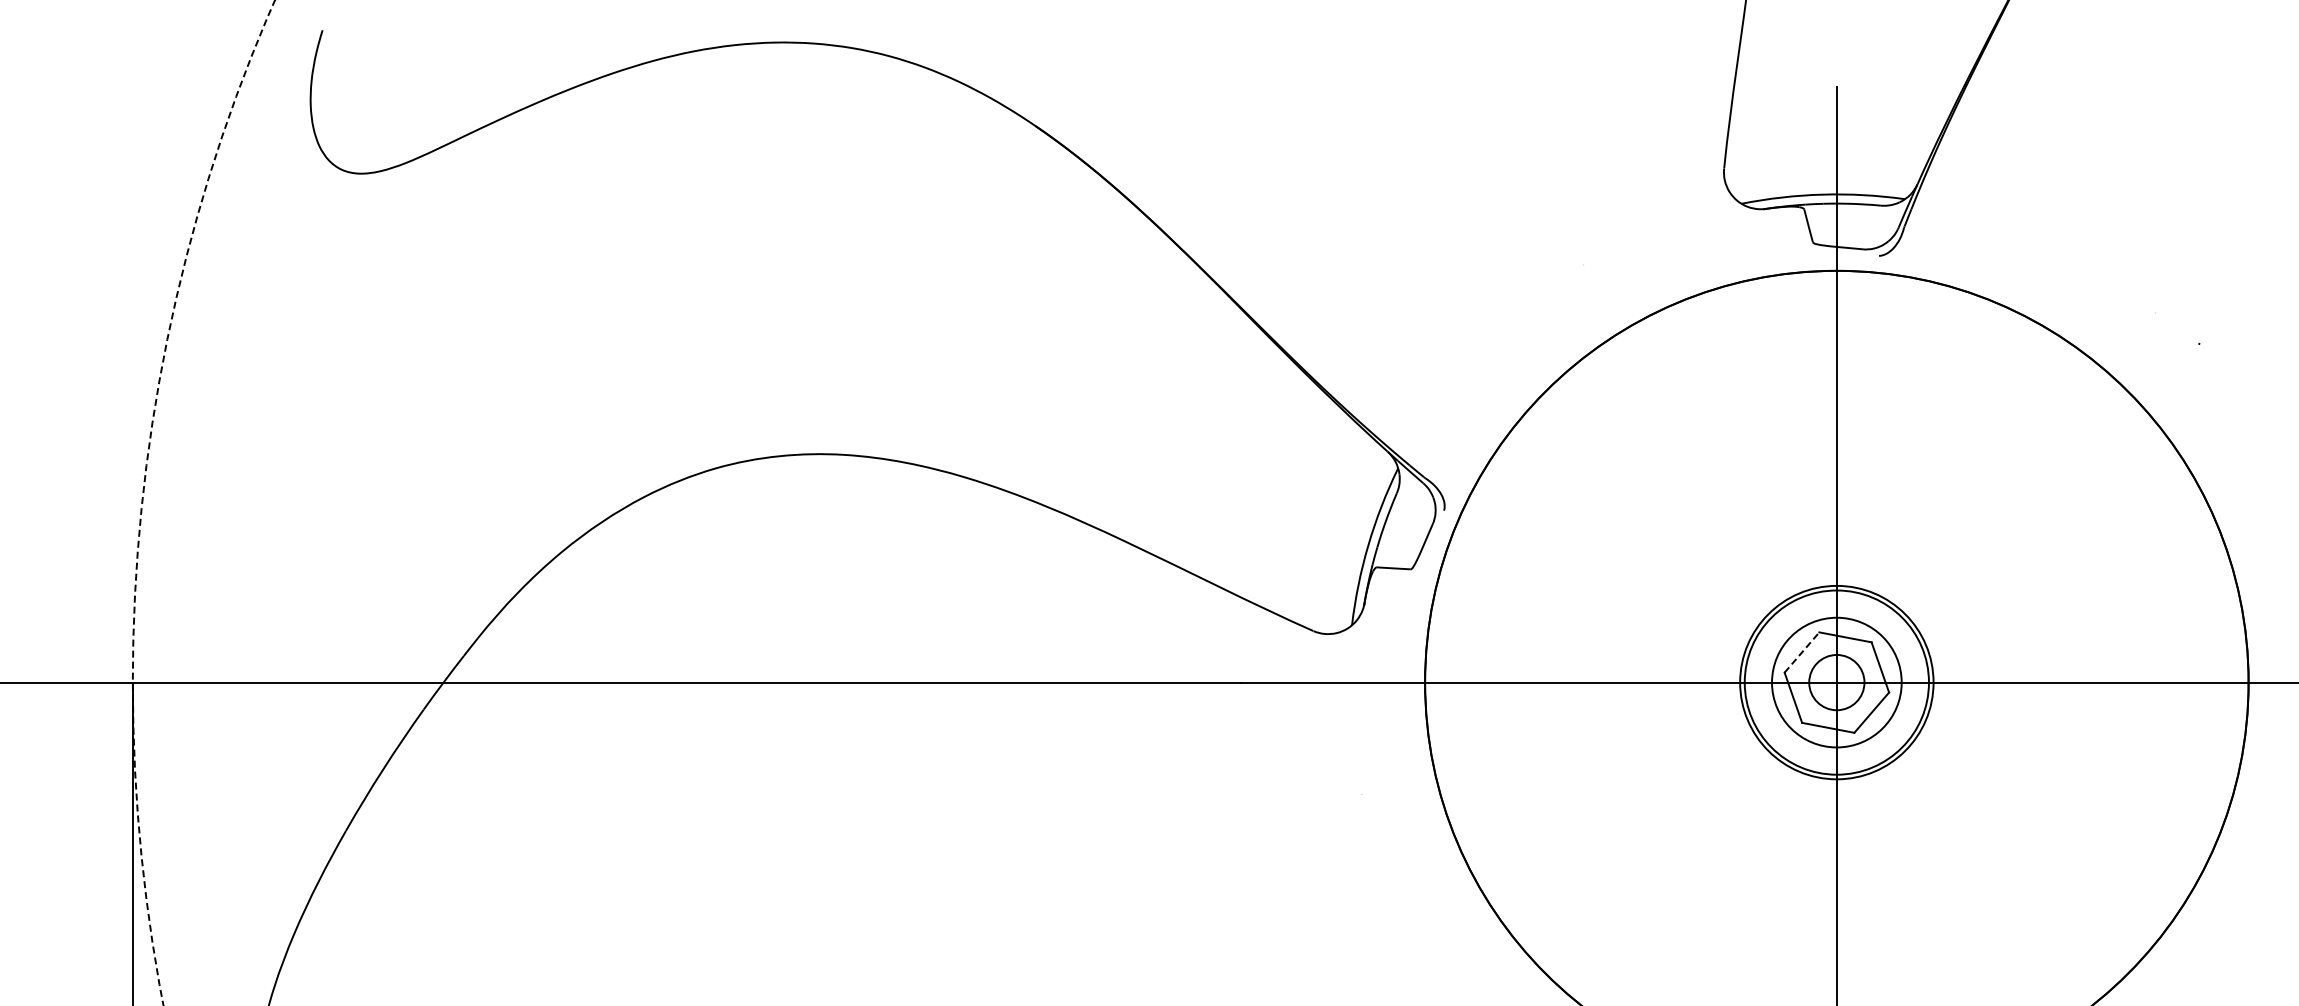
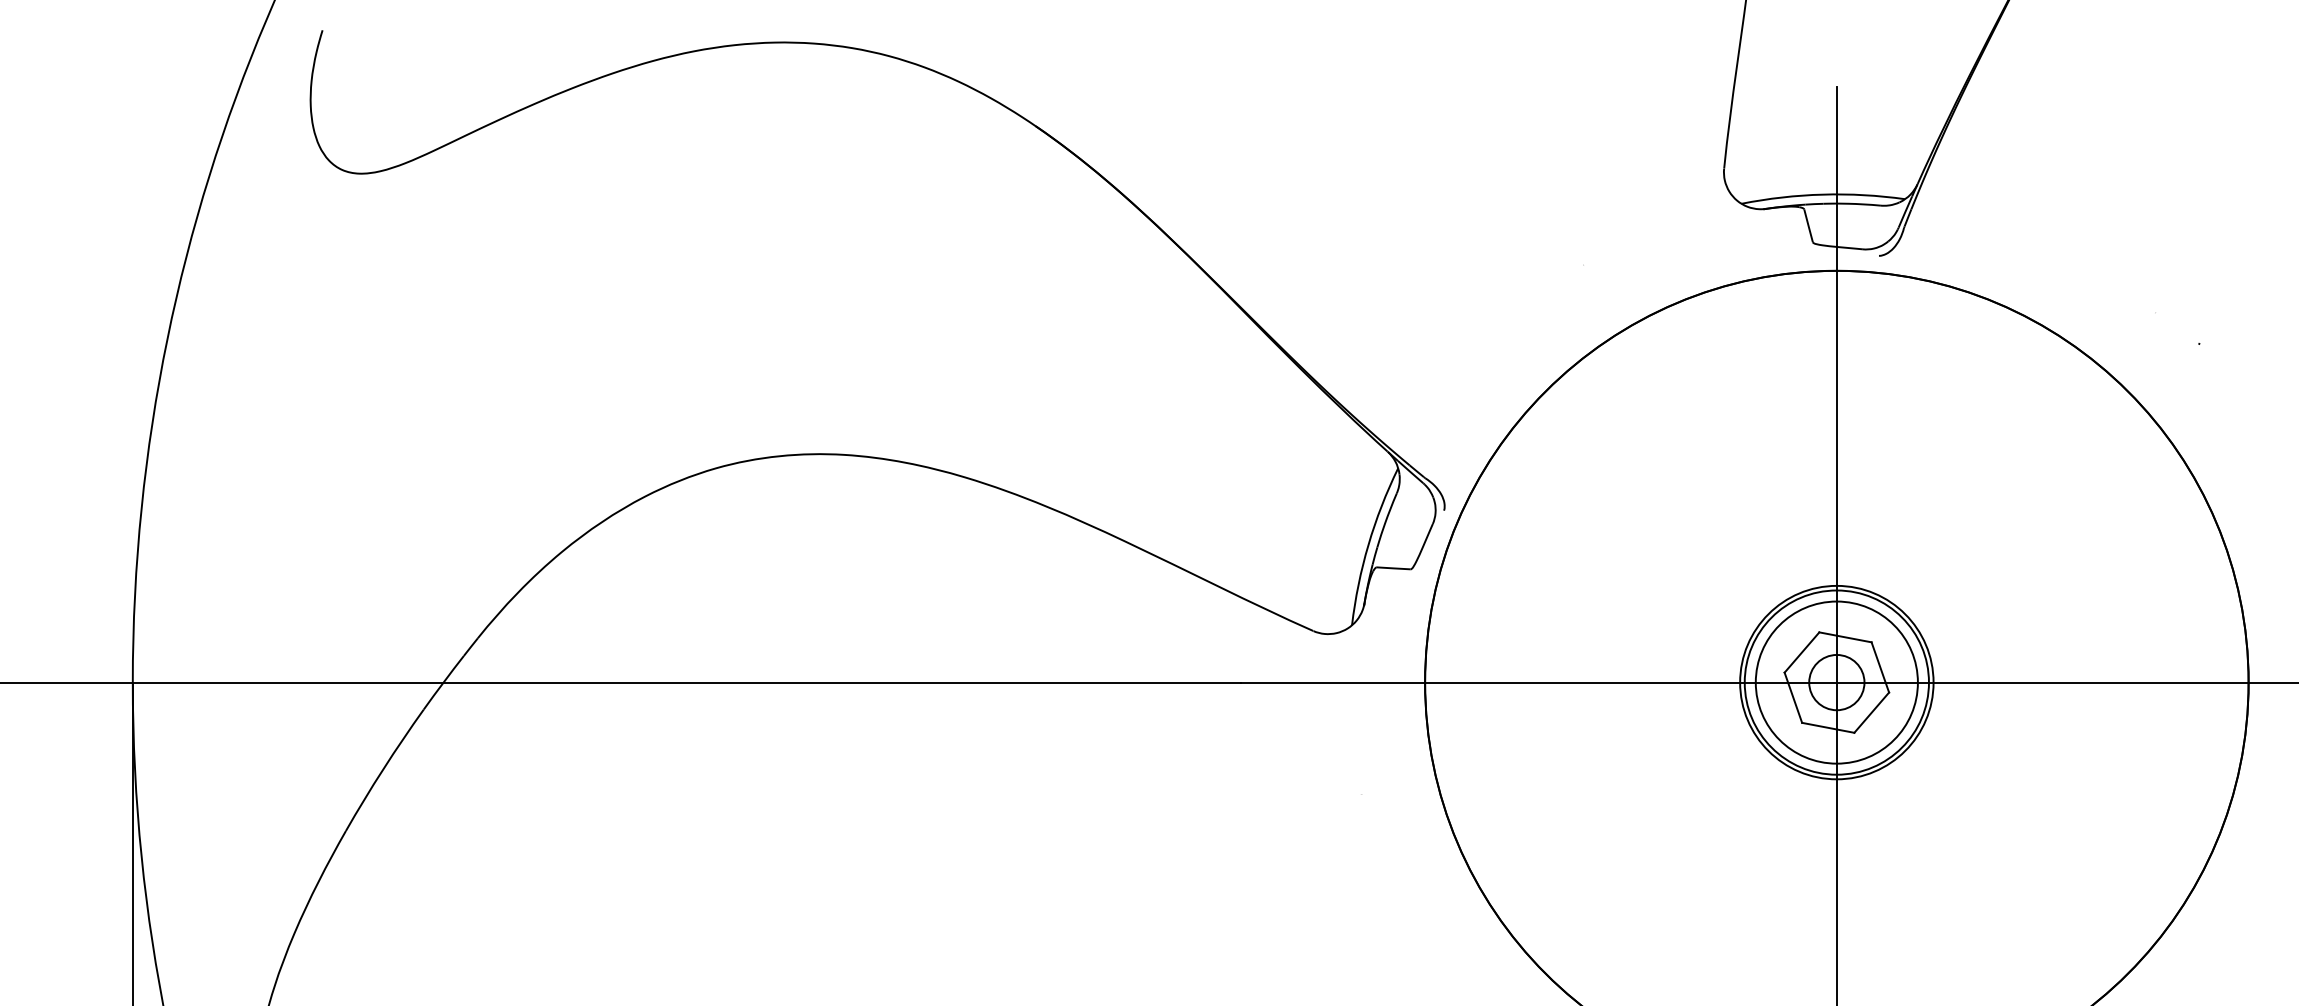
circle at (203, 502): dashed -> solid
line at (1801, 652): dashed -> solid
circle at (1836, 682) diameter: 130 px -> 162 px
